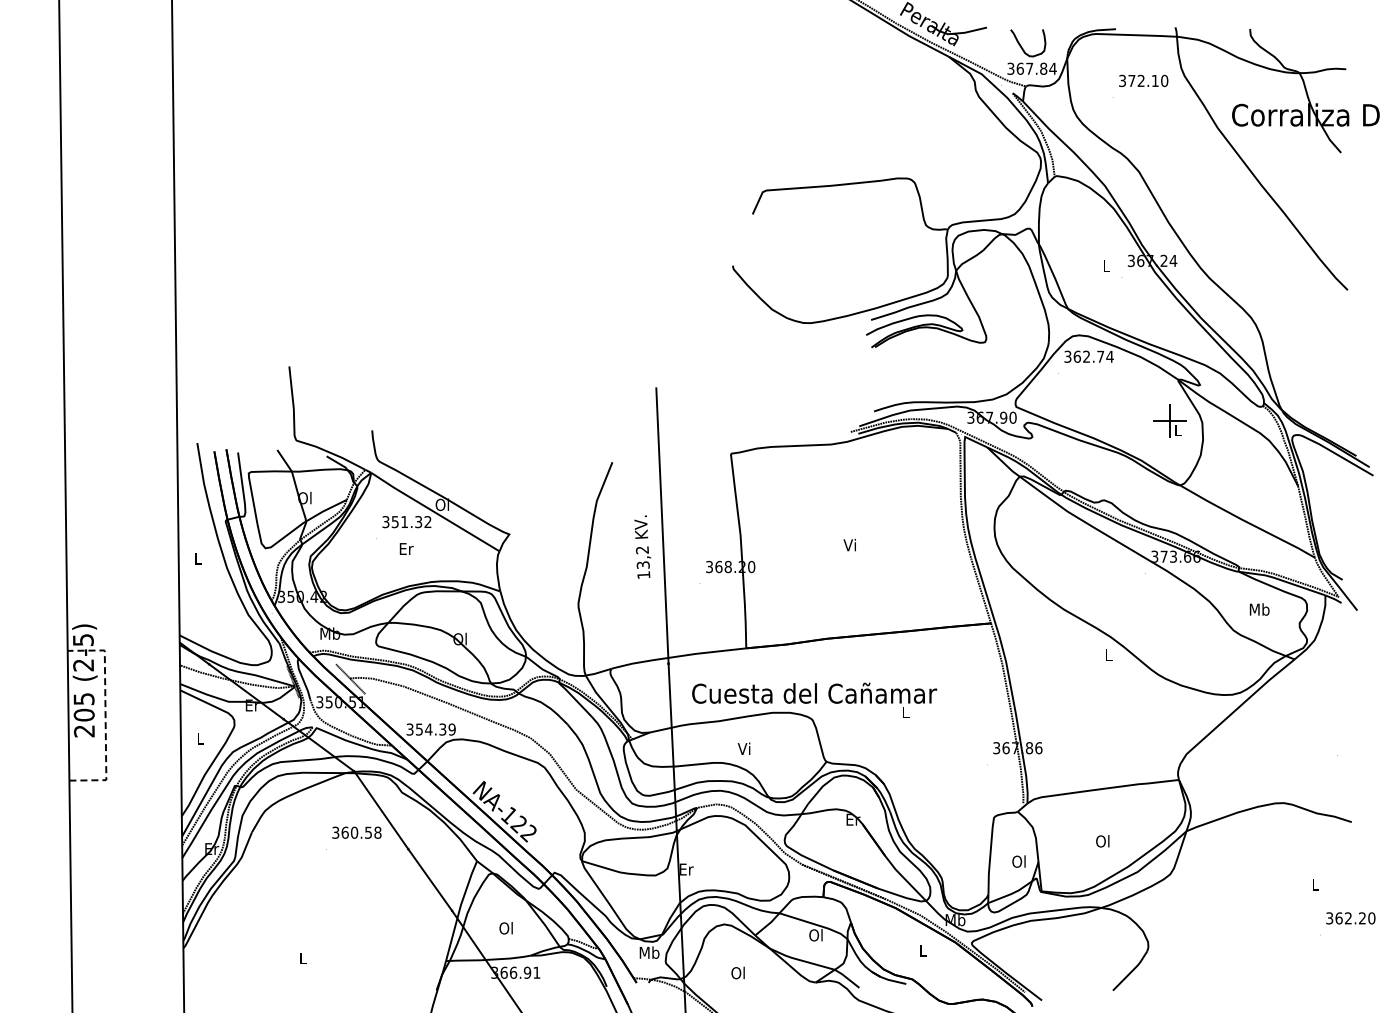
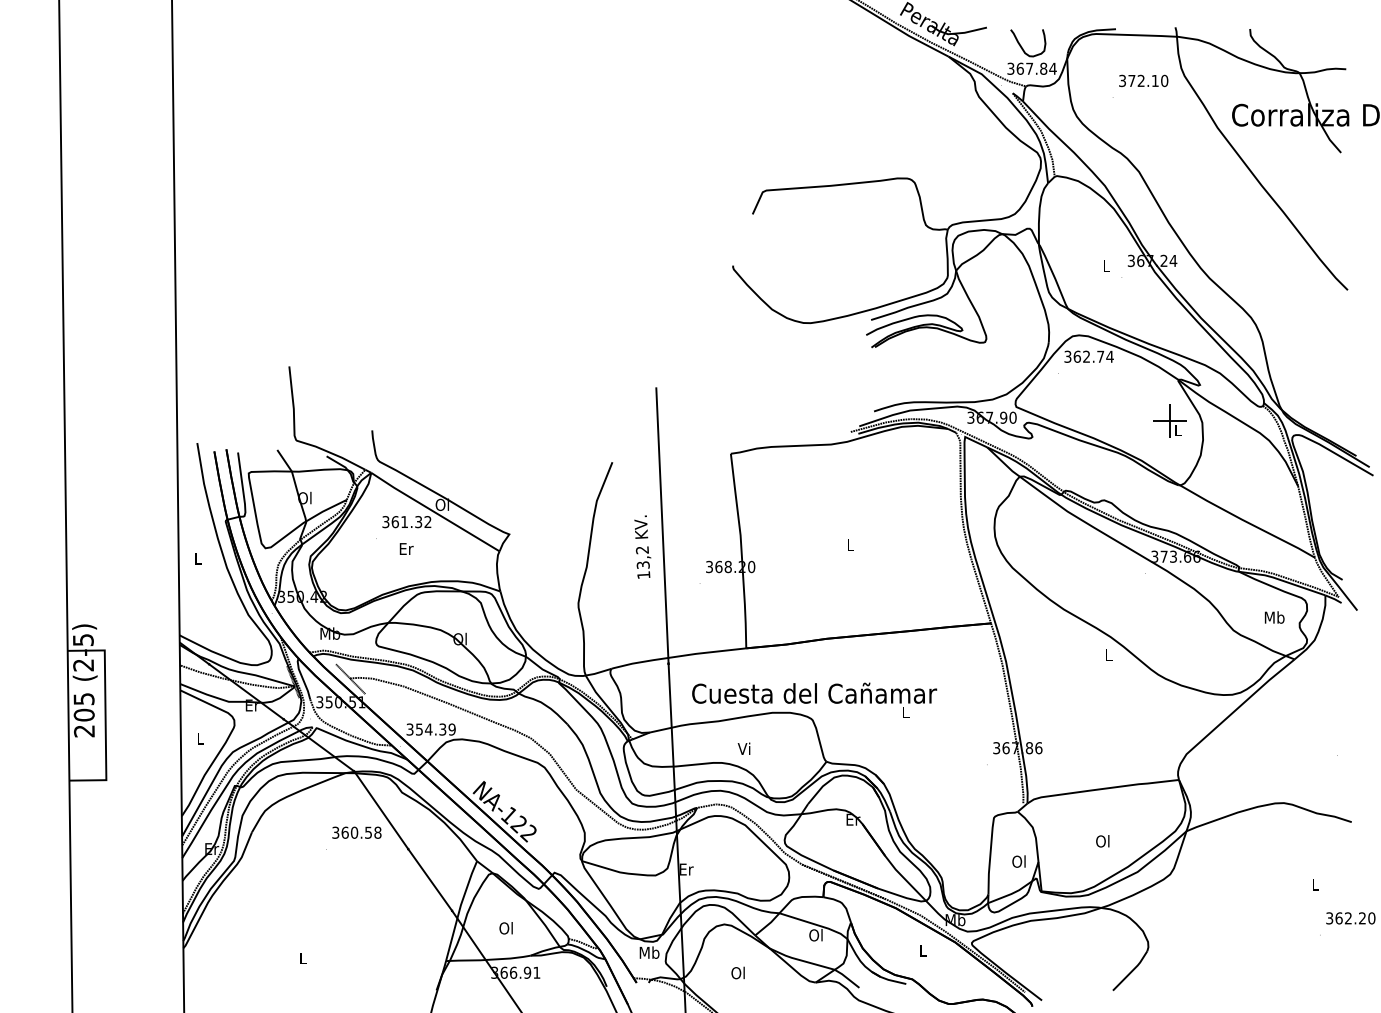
text at (394, 522): 351.32 -> 361.32
text at (849, 544): Vi -> L
text at (1259, 609) position: (1259, 609) -> (1274, 617)
line at (105, 714): dashed -> solid
